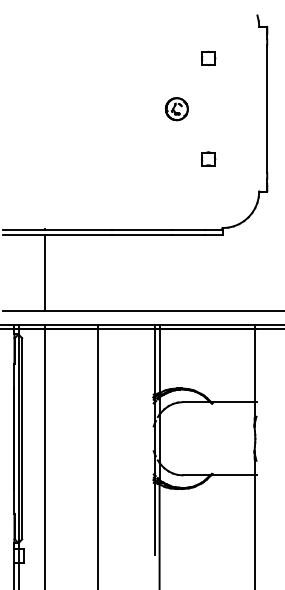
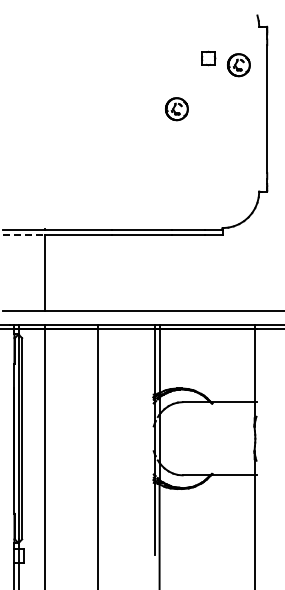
part at (238, 65): none -> present
part at (208, 158): present -> none
line at (24, 235): solid -> dashed
